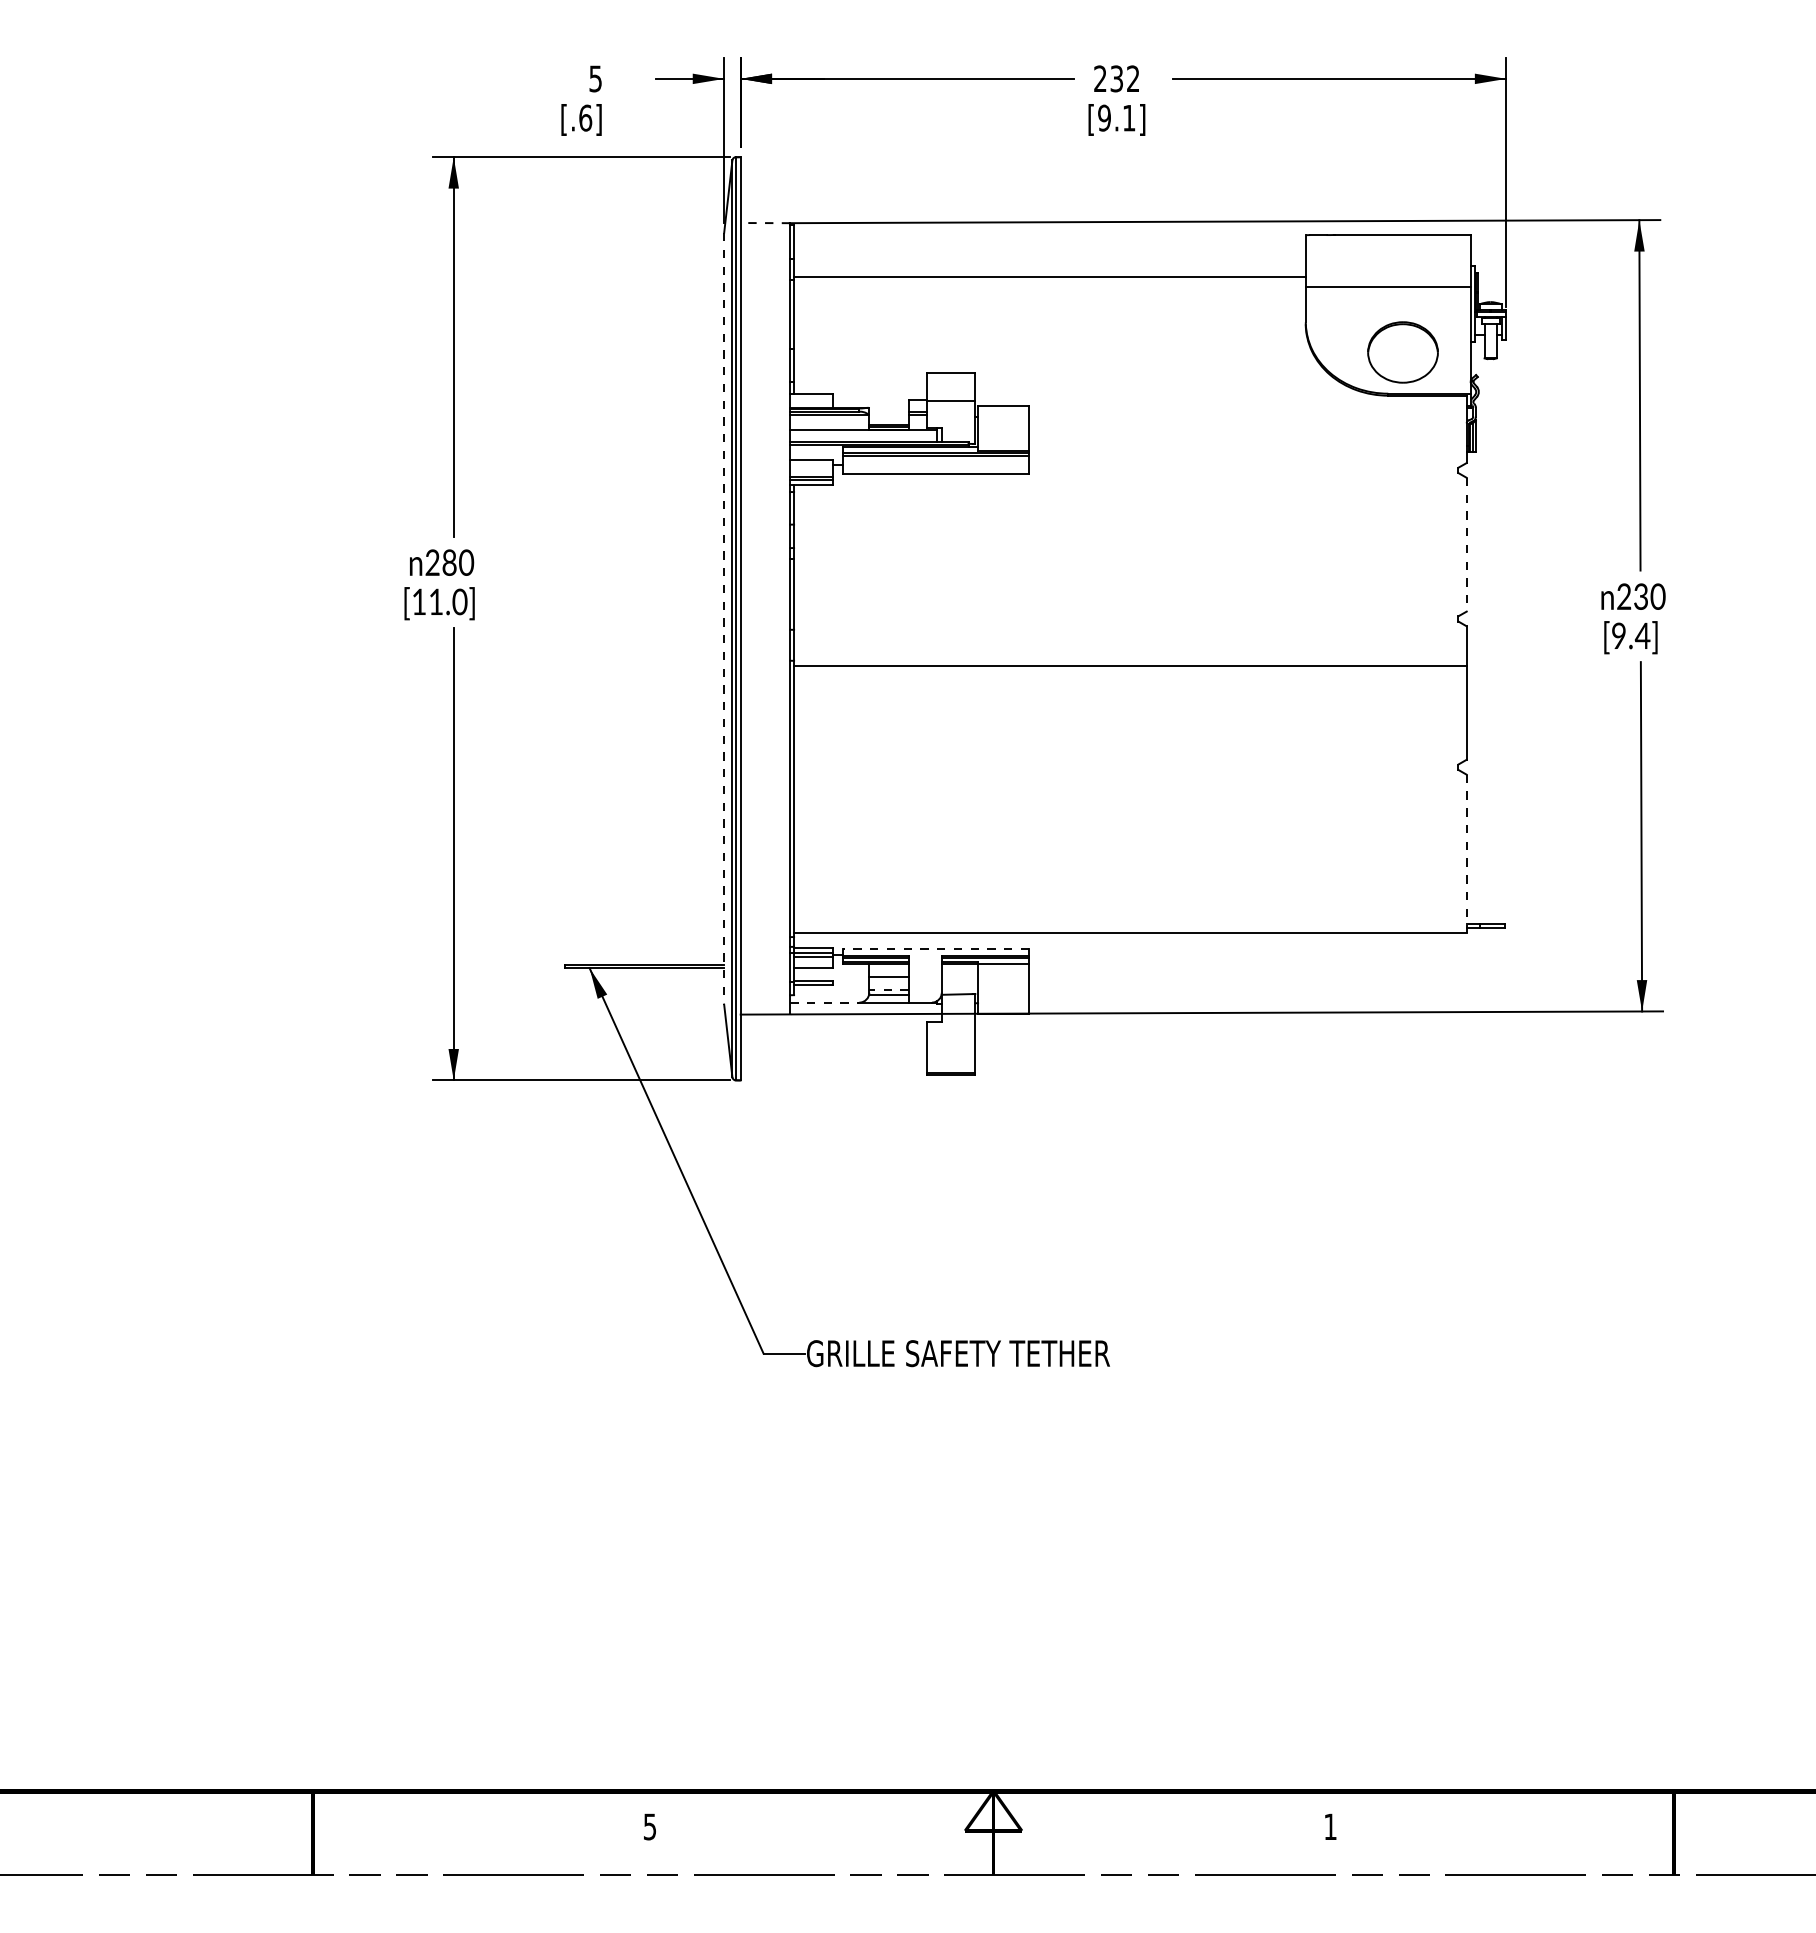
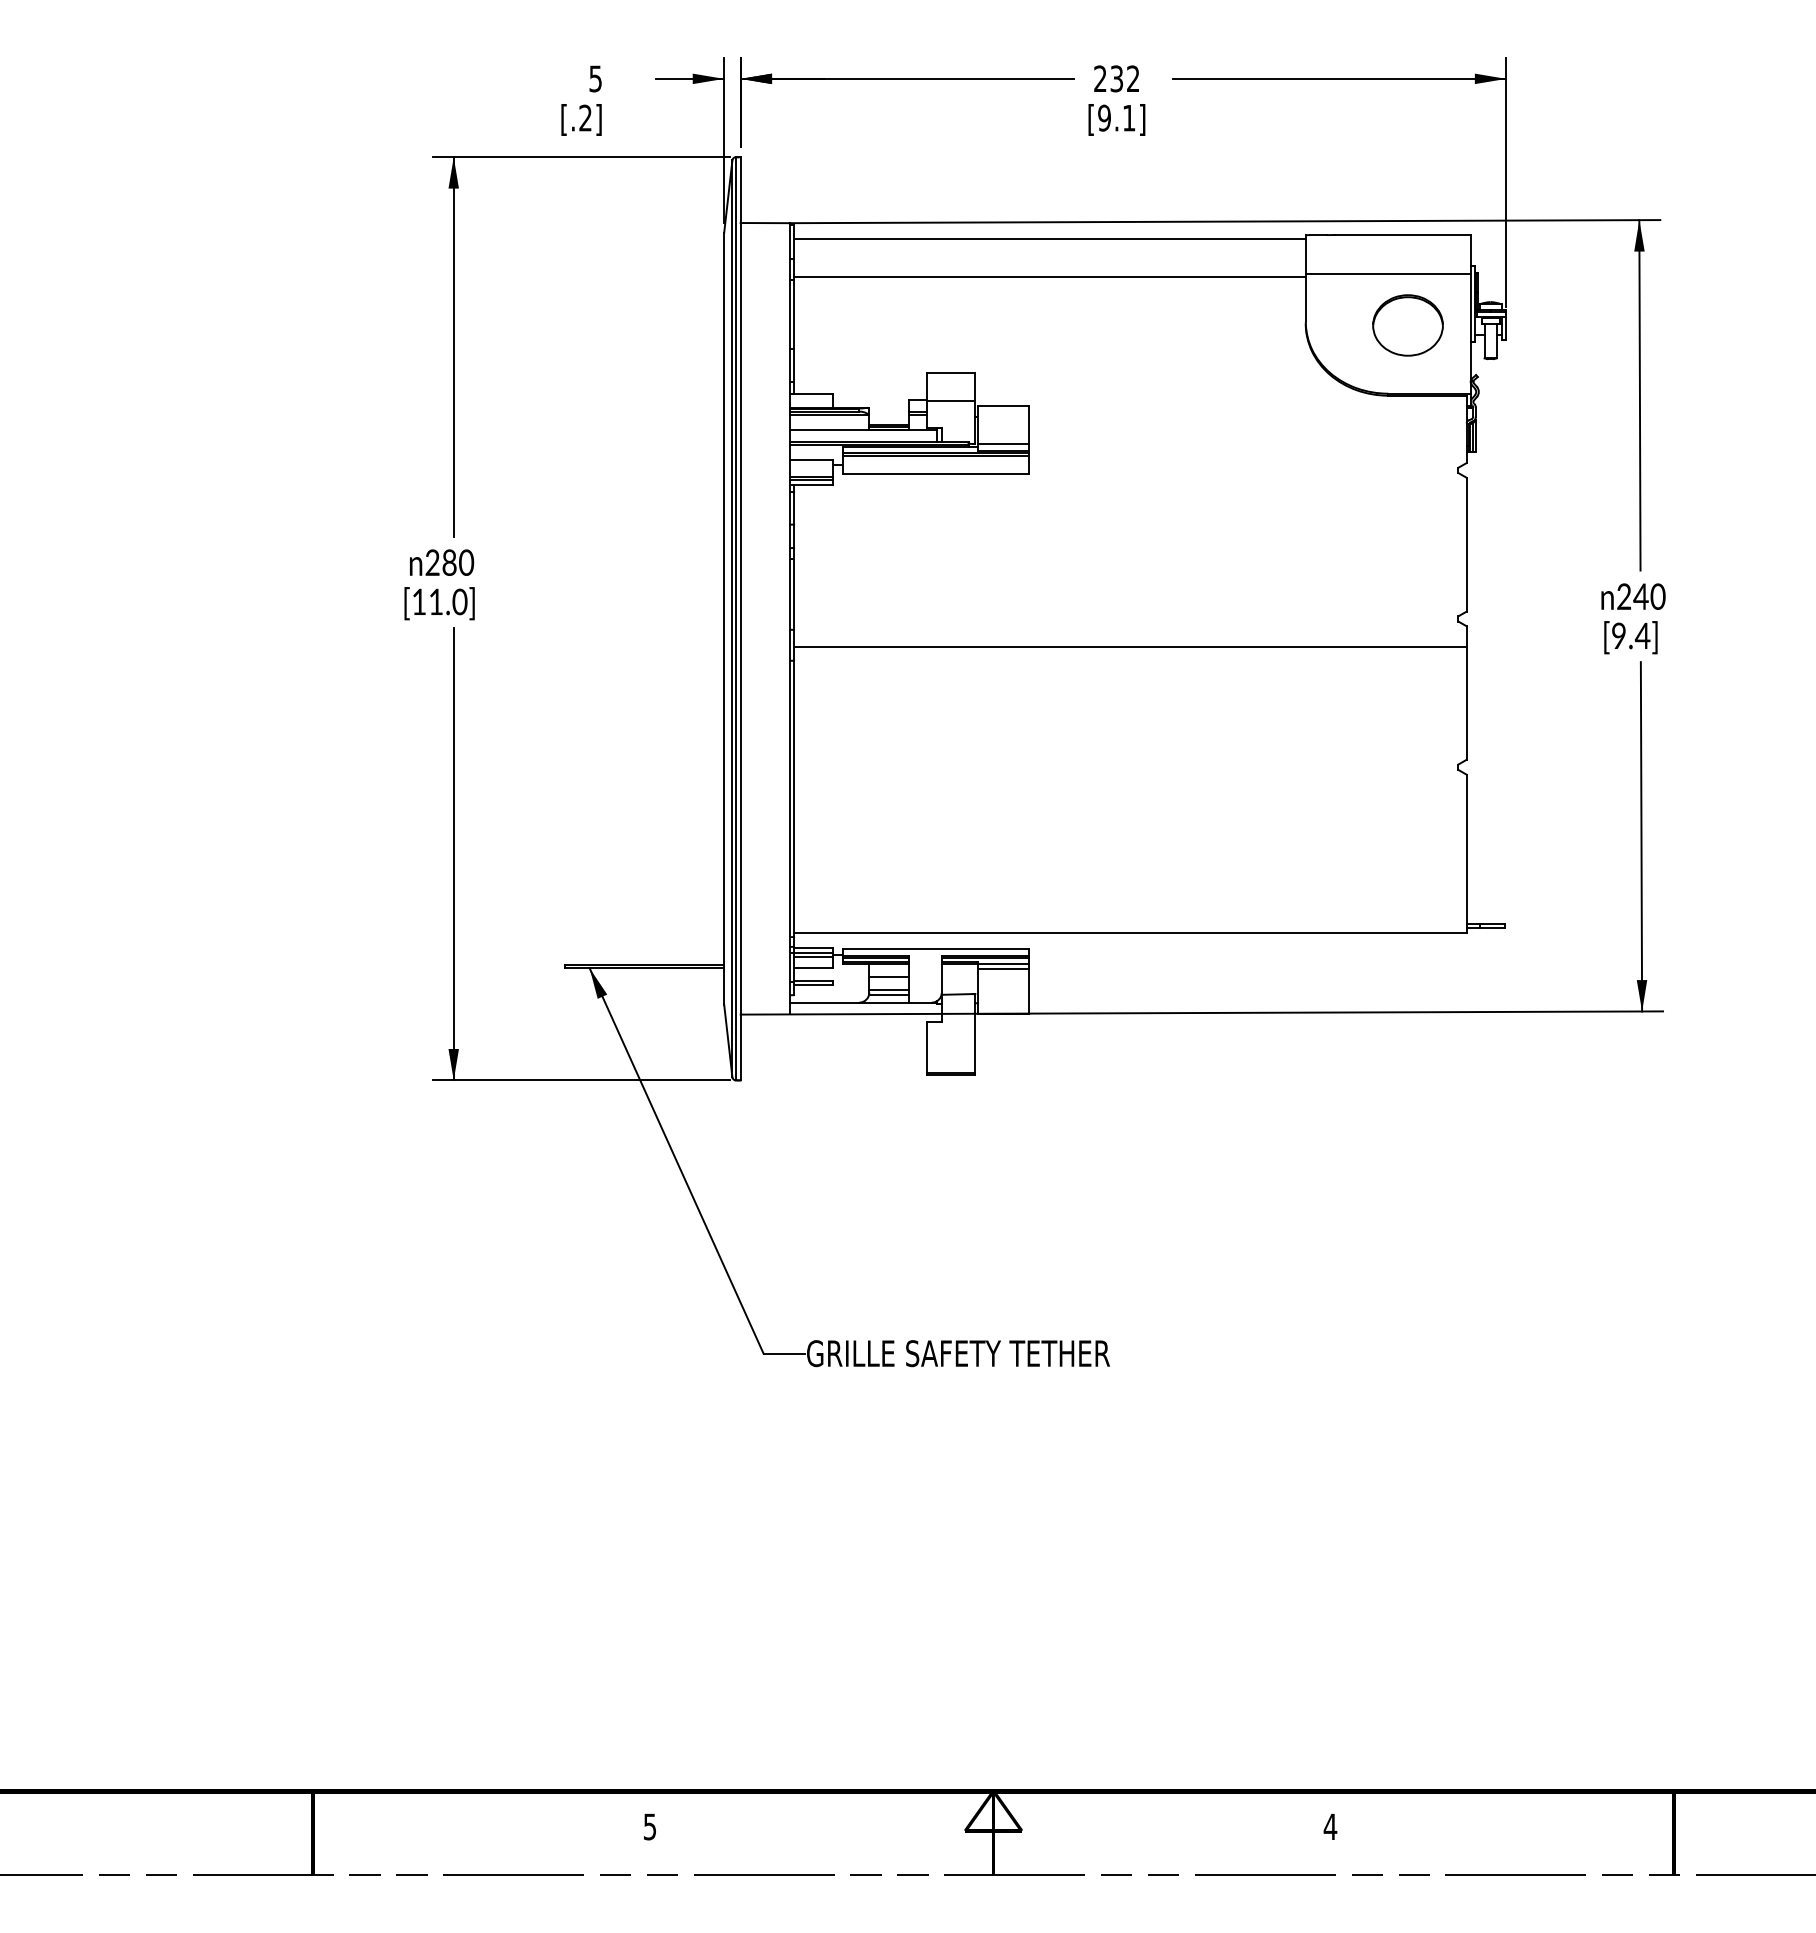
text at (585, 117): [.6] -> [.2]
line at (765, 223): dashed -> solid
line at (1049, 239): none -> present
line at (1387, 286) position: (1387, 286) -> (1387, 273)
part at (1402, 352) position: (1402, 352) -> (1407, 325)
line at (1003, 443): none -> present
line at (1466, 544): dashed -> solid
text at (1640, 596): 230 -> 240
line at (724, 618): dashed -> solid
line at (1130, 666) position: (1130, 666) -> (1130, 647)
line at (1466, 853): dashed -> solid
line at (935, 948): dashed -> solid
line at (1003, 968): none -> present
line at (889, 989): dashed -> solid
line at (824, 1002): dashed -> solid
text at (1330, 1826): 1 -> 4
